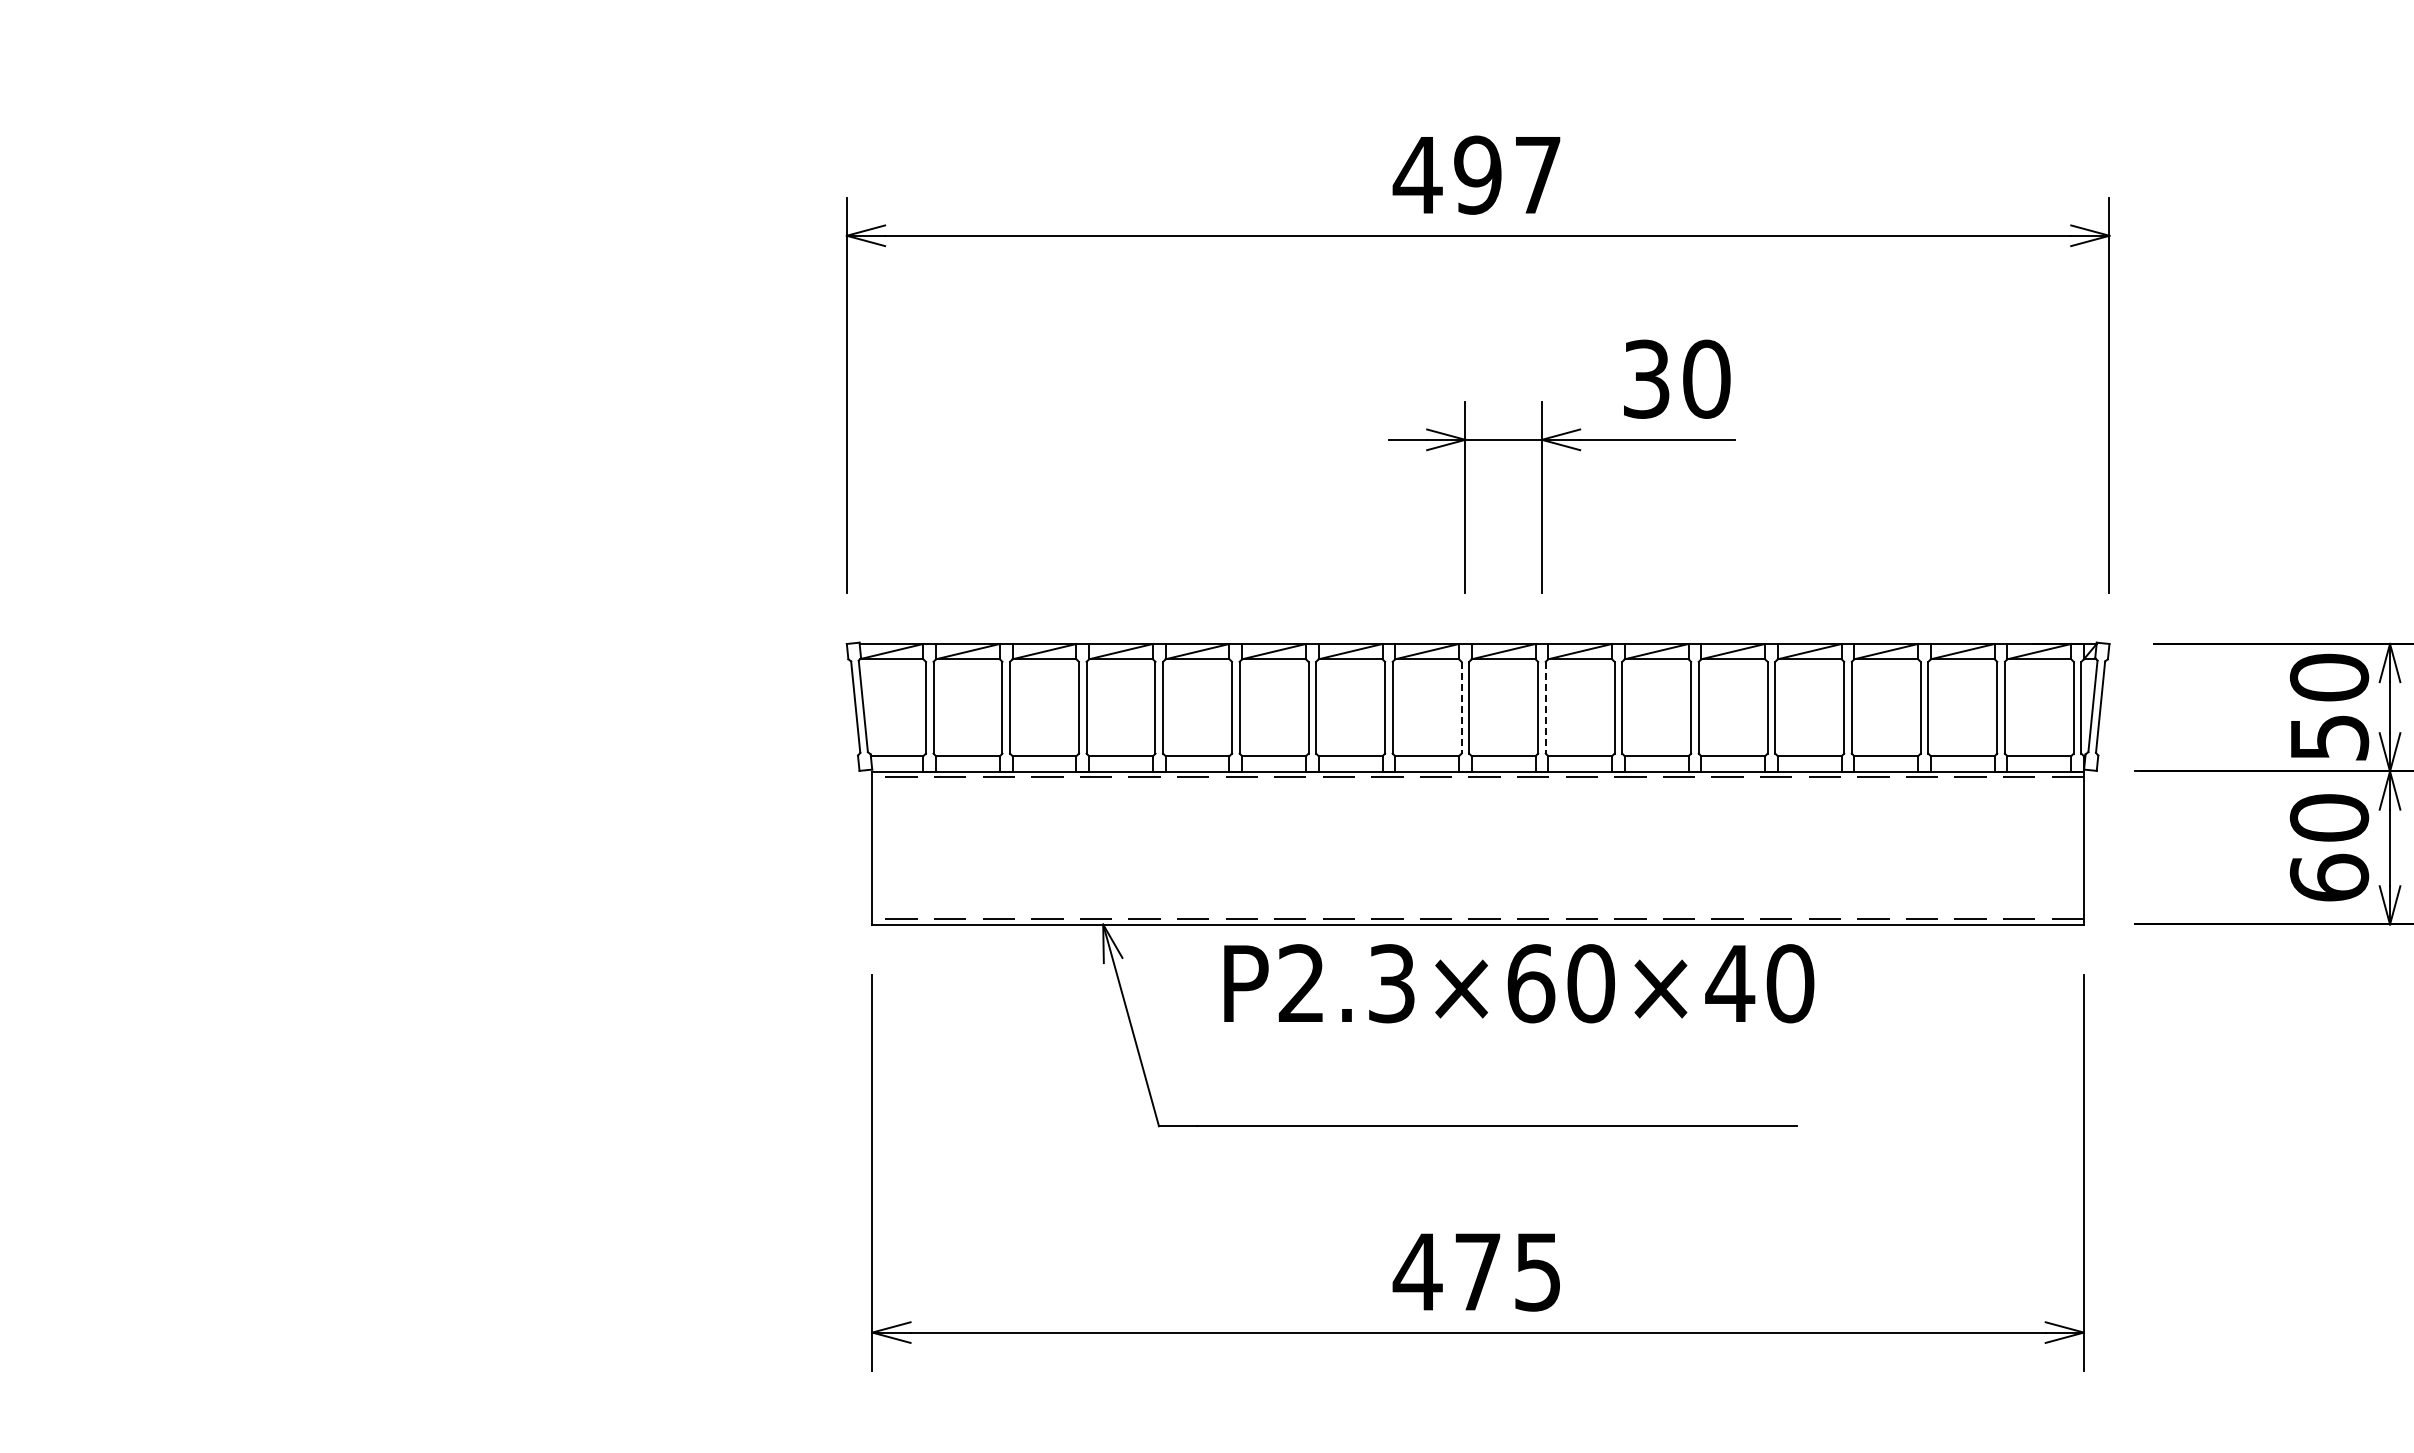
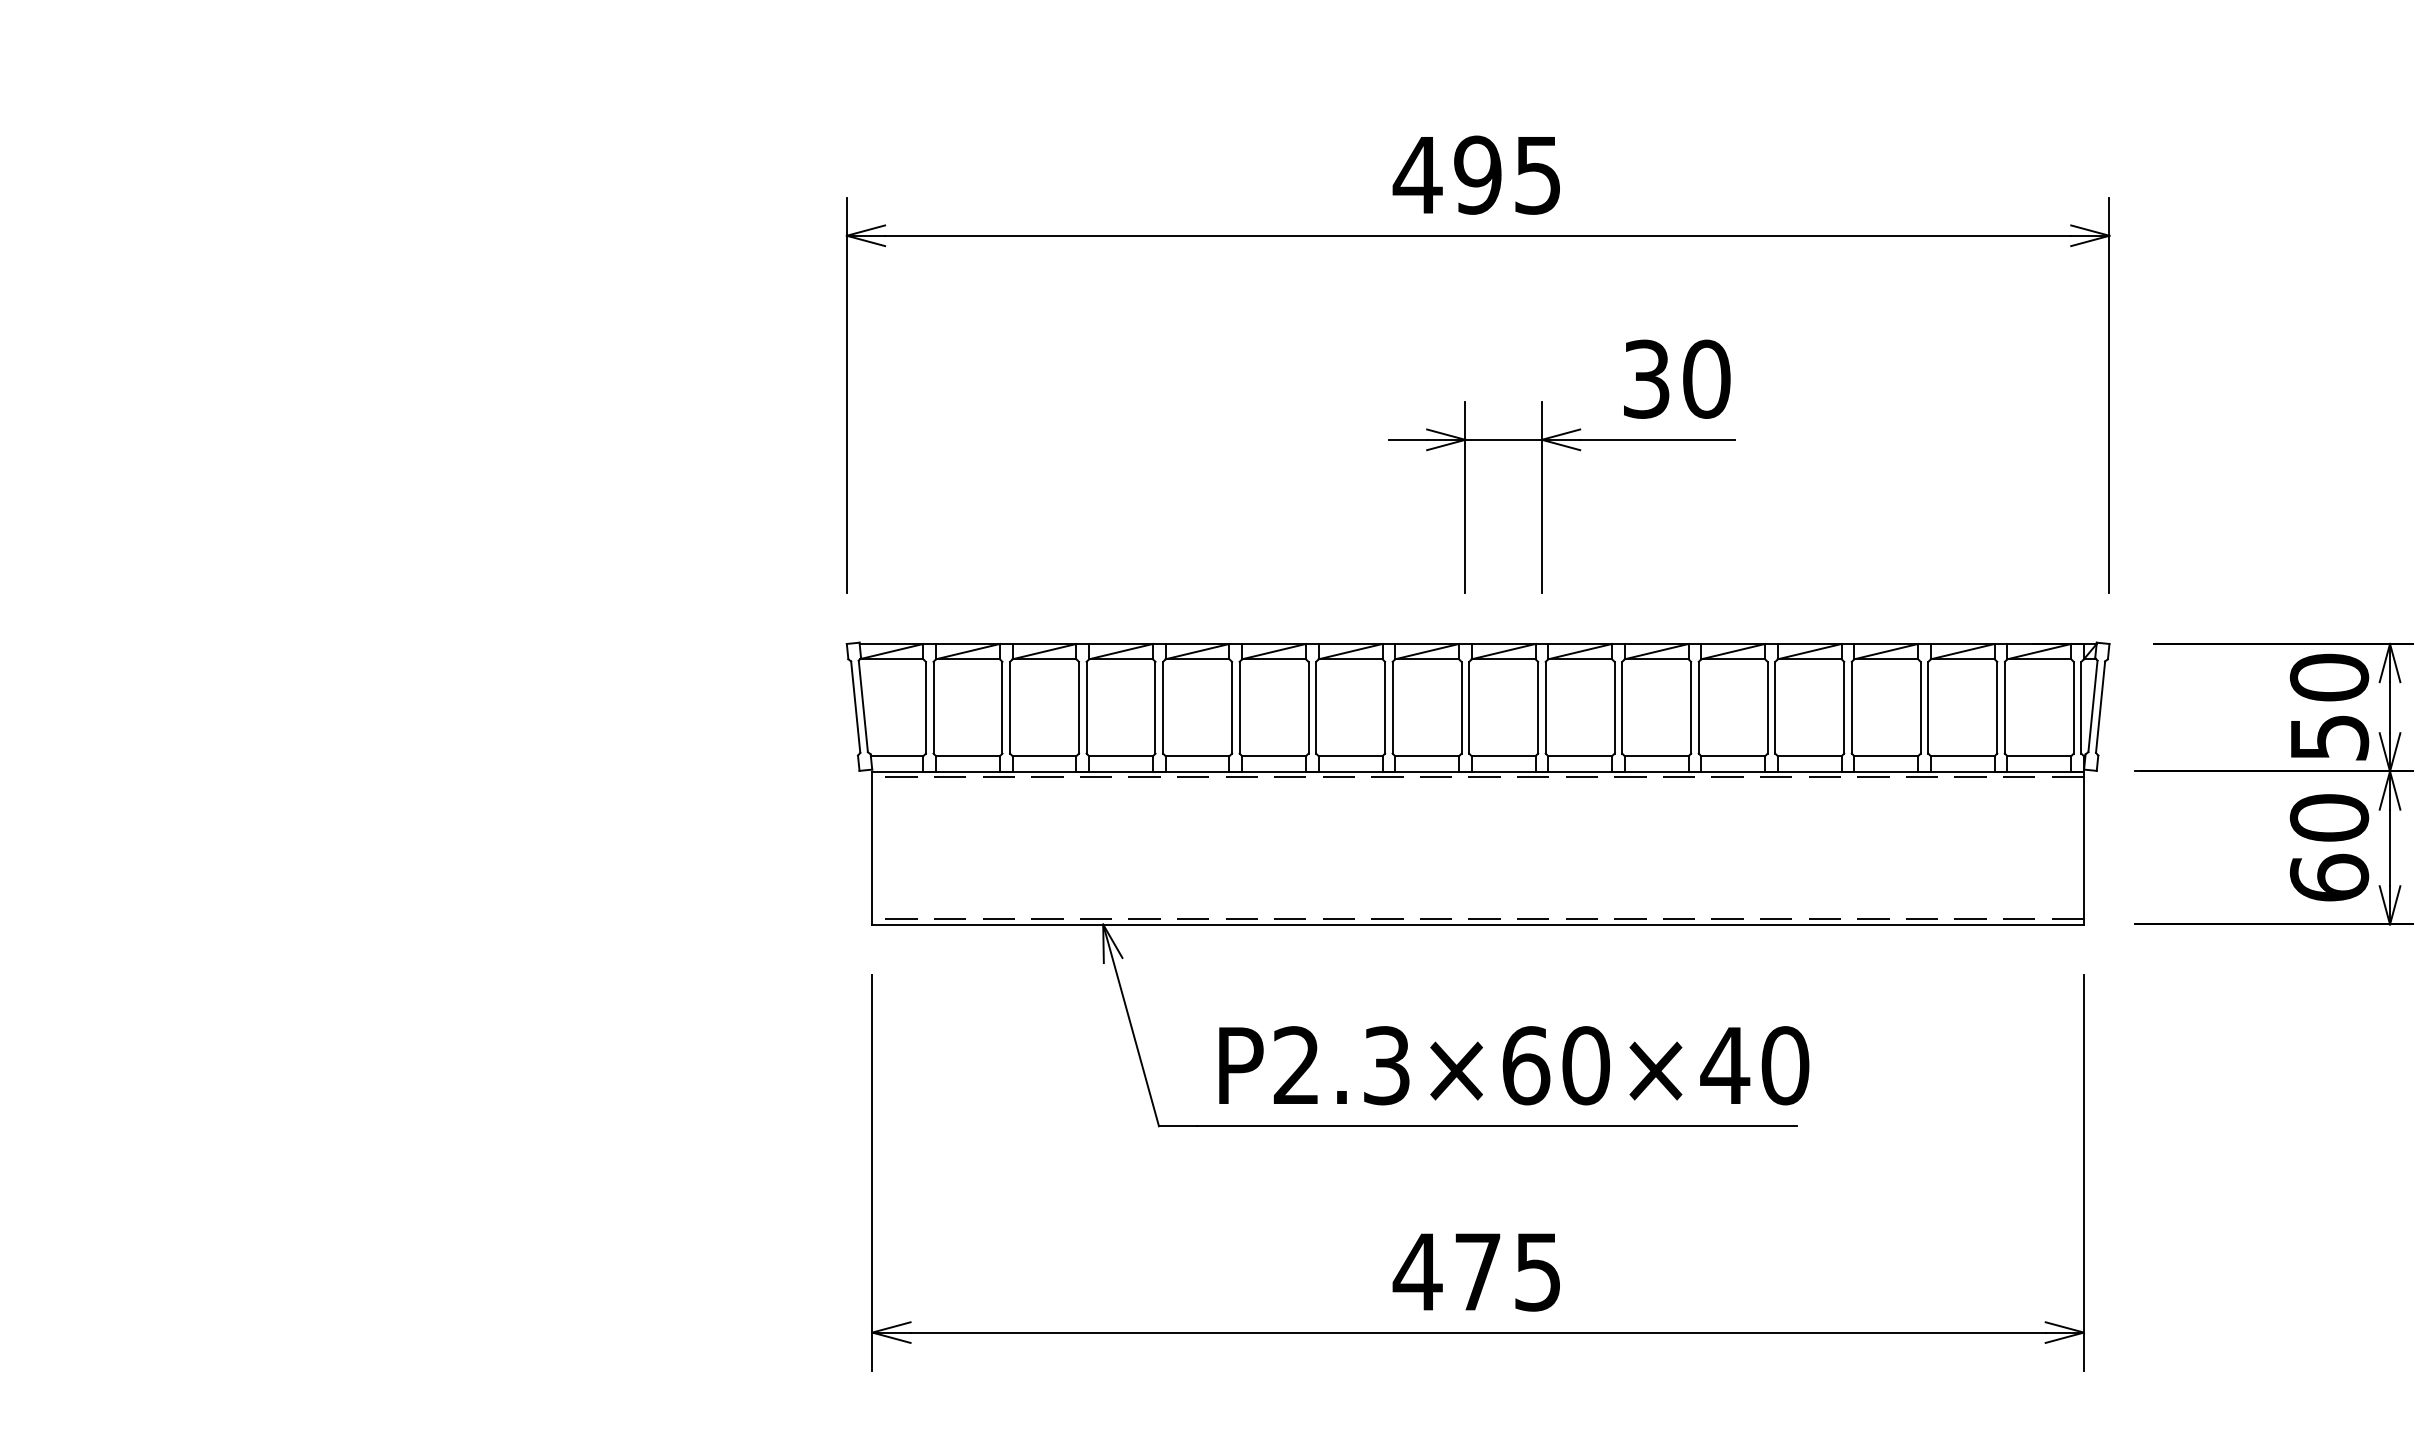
text at (1537, 175): 497 -> 495
line at (1461, 707): dashed -> solid
line at (1545, 707): dashed -> solid
text at (1519, 983) position: (1519, 983) -> (1514, 1065)
